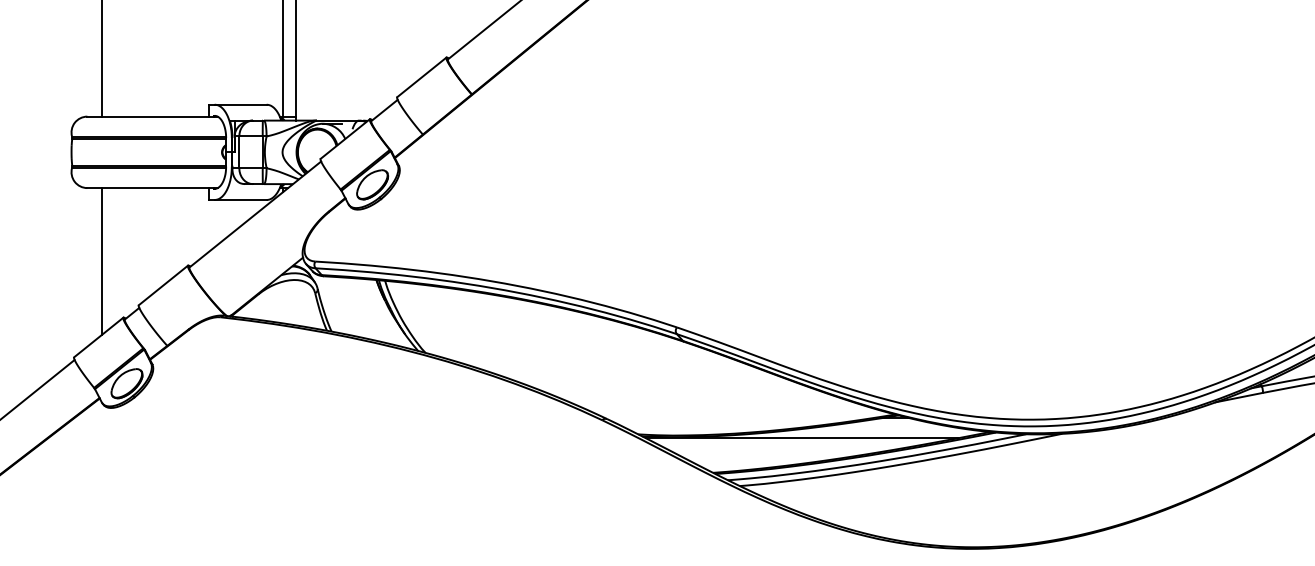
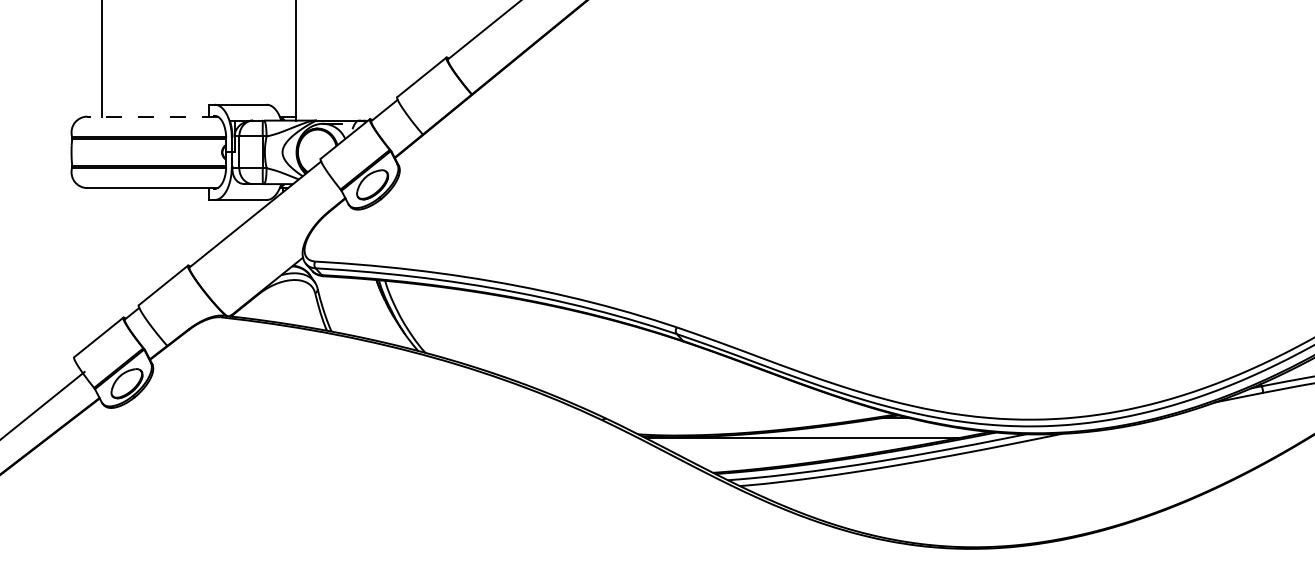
line at (282, 59): present -> none
line at (152, 116): solid -> dashed
line at (101, 261): present -> none
line at (38, 388) position: (38, 388) -> (43, 404)
